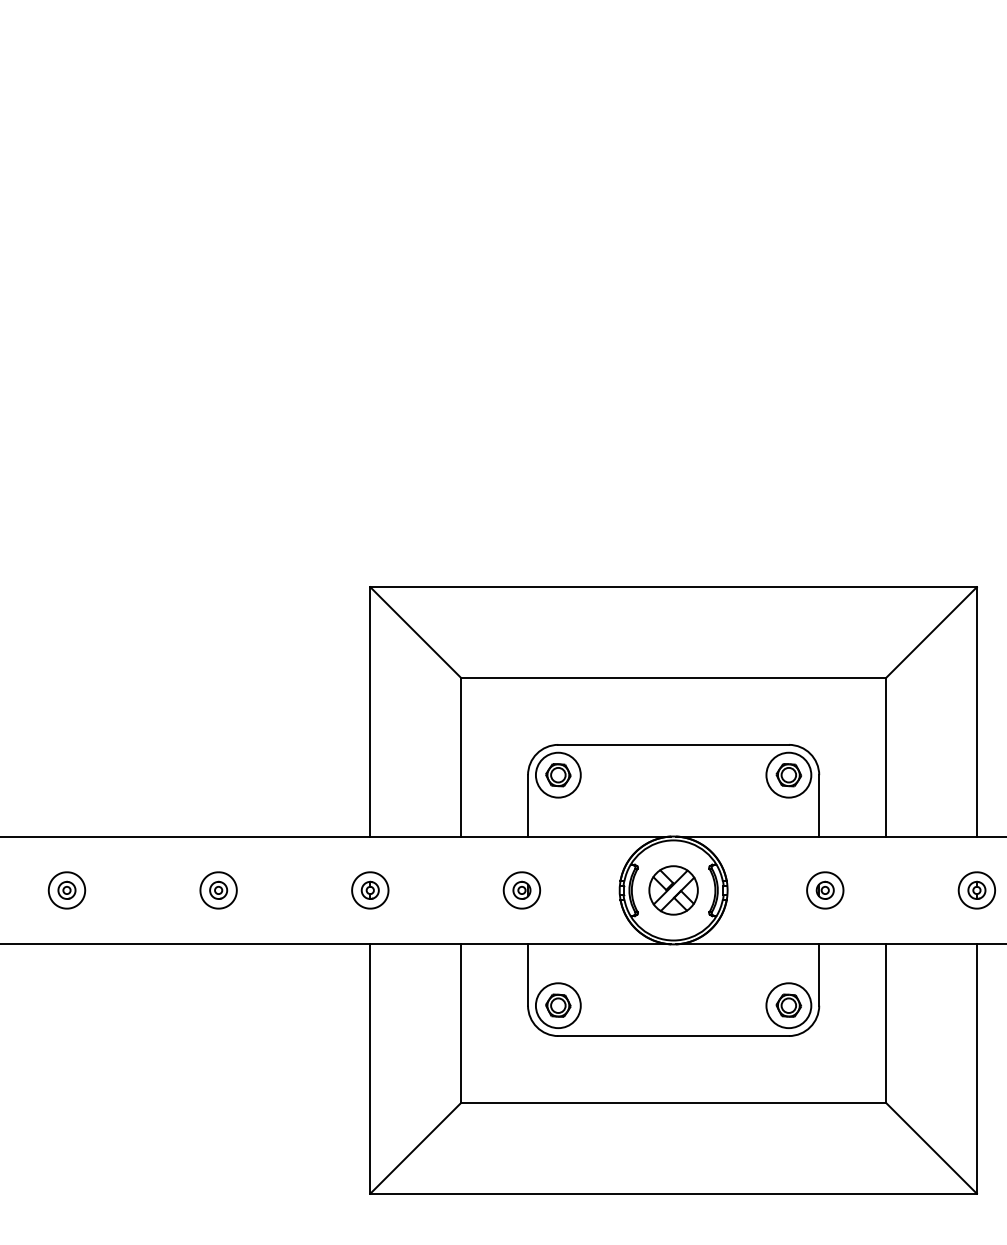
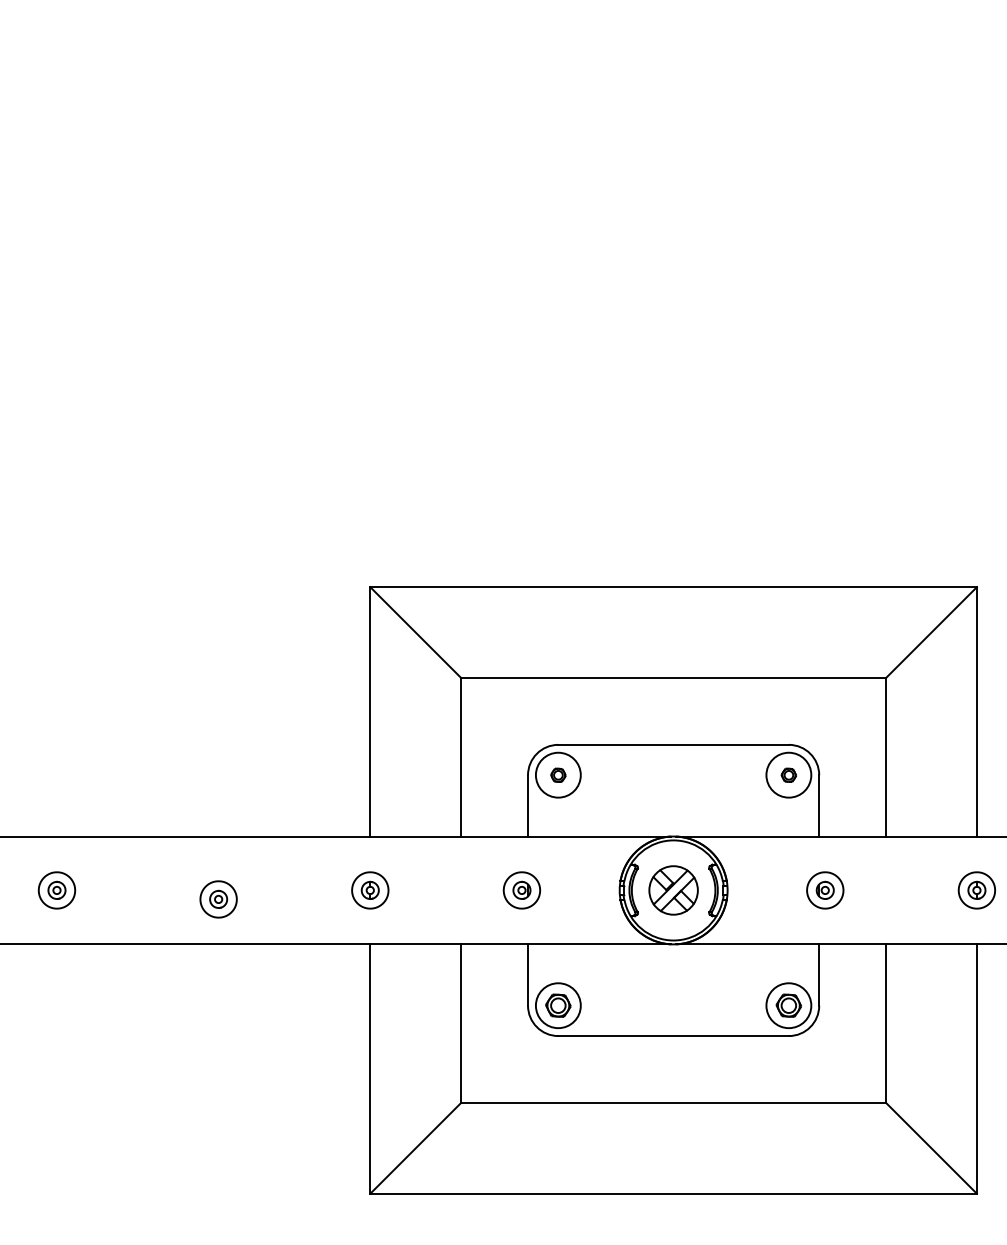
part at (558, 775) size: 27x25 px -> 17x16 px
part at (788, 775) size: 28x25 px -> 17x16 px
part at (66, 890) position: (66, 890) -> (56, 890)
part at (218, 890) position: (218, 890) -> (218, 899)
